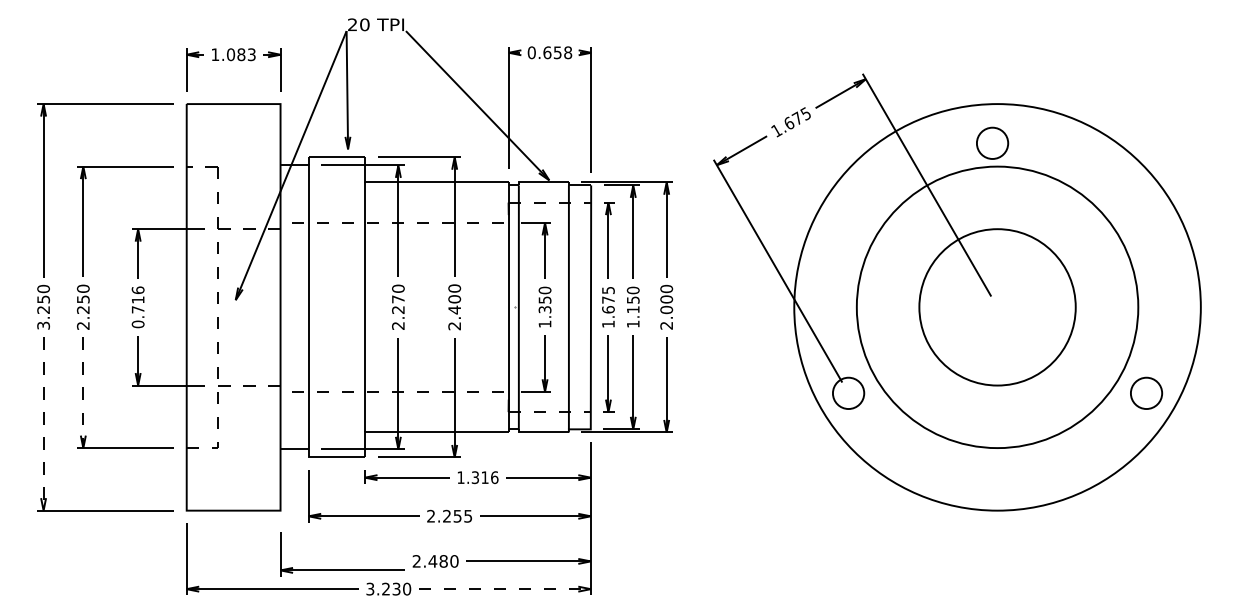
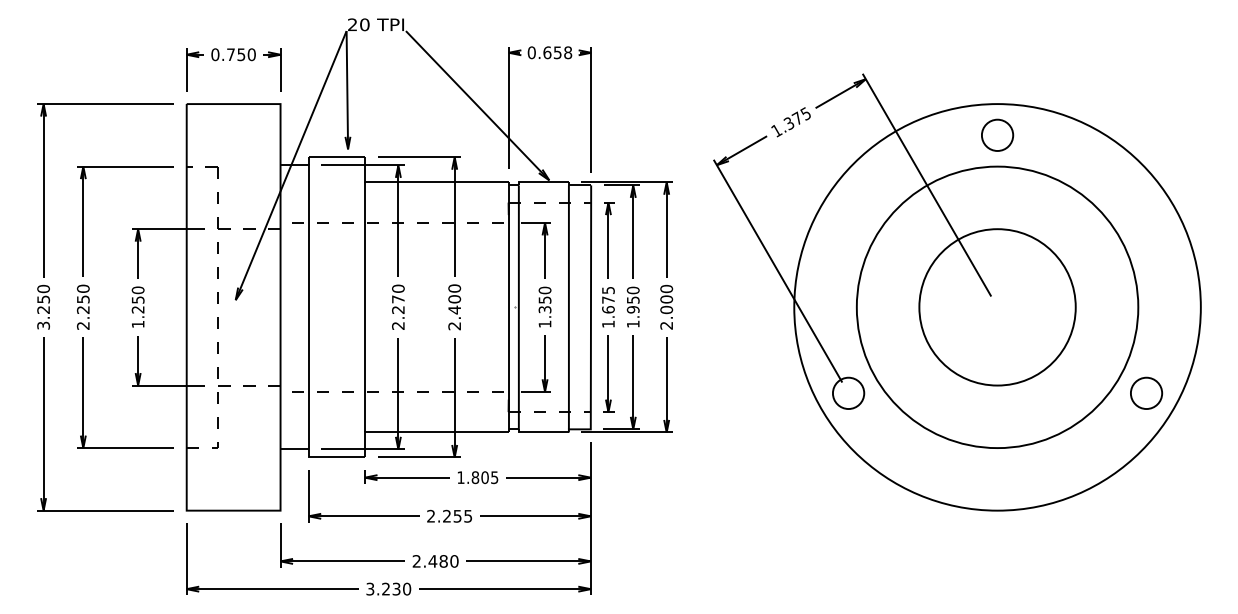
text at (233, 54): 1.083 -> 0.750
text at (788, 123): 1.675 -> 1.375
circle at (992, 142) position: (992, 142) -> (997, 134)
text at (137, 307): 0.716 -> 1.250
text at (632, 309): 1.150 -> 1.950
line at (83, 393): dashed -> solid
line at (43, 423): dashed -> solid
text at (484, 477): 1.316 -> 1.805
part at (342, 569) position: (342, 569) -> (342, 560)
line at (505, 589): dashed -> solid
